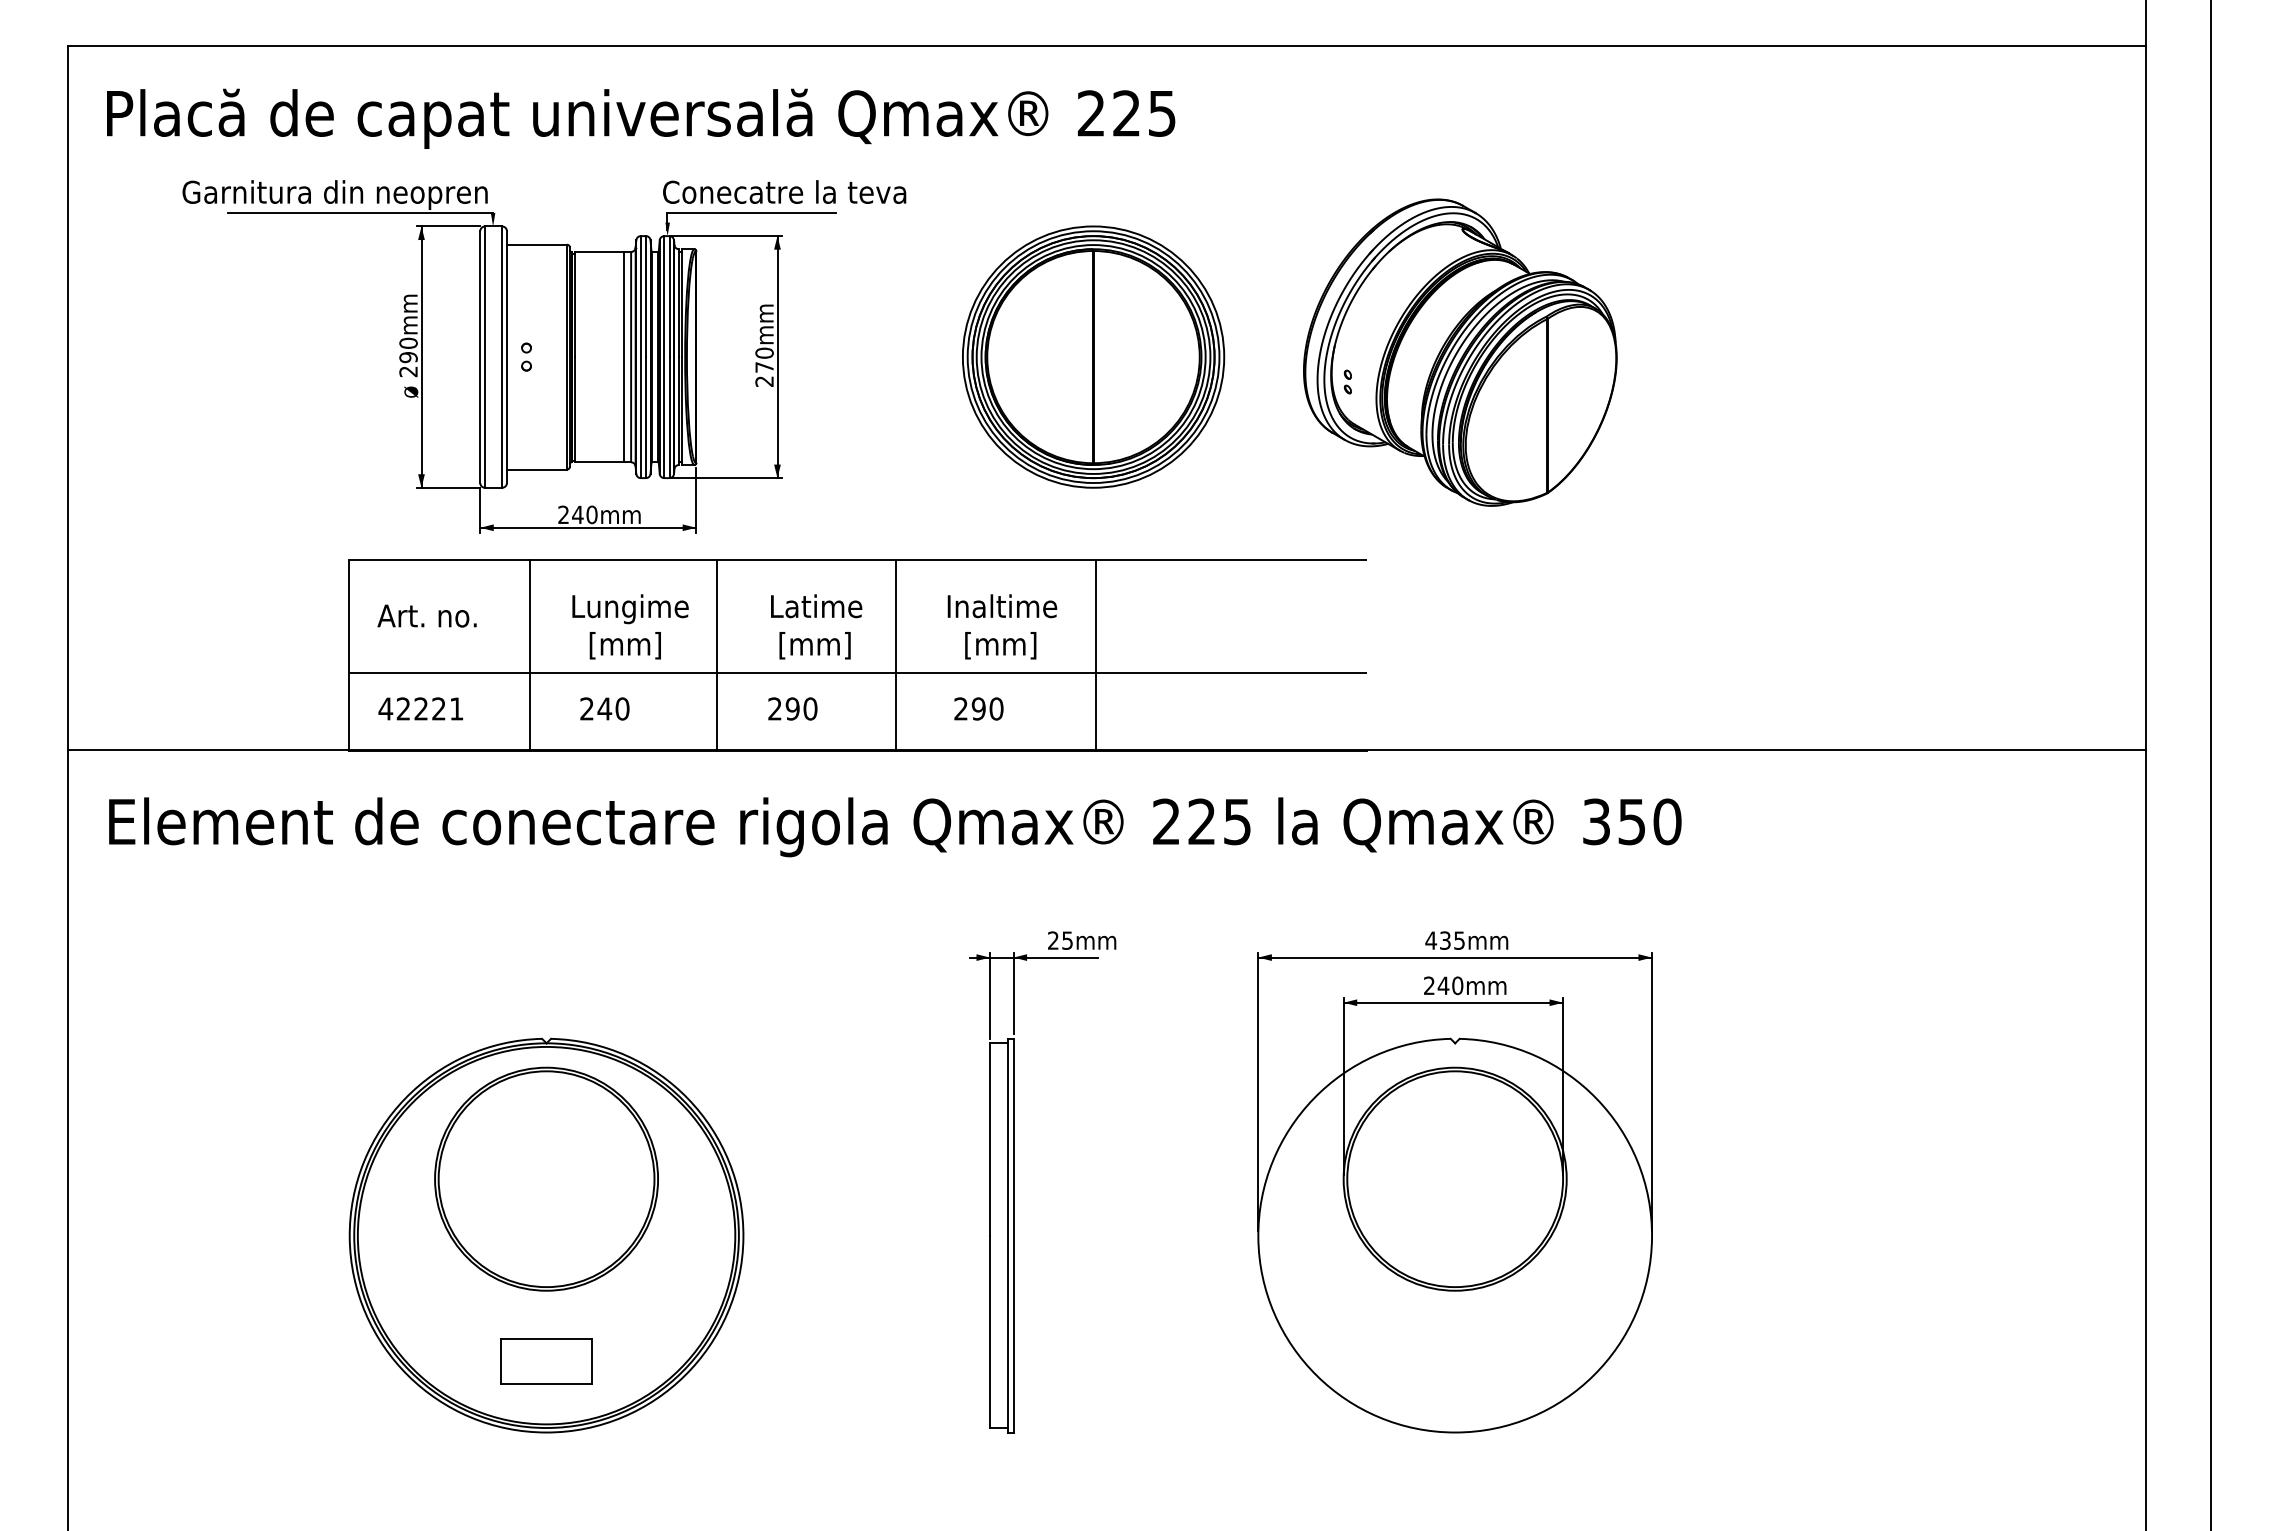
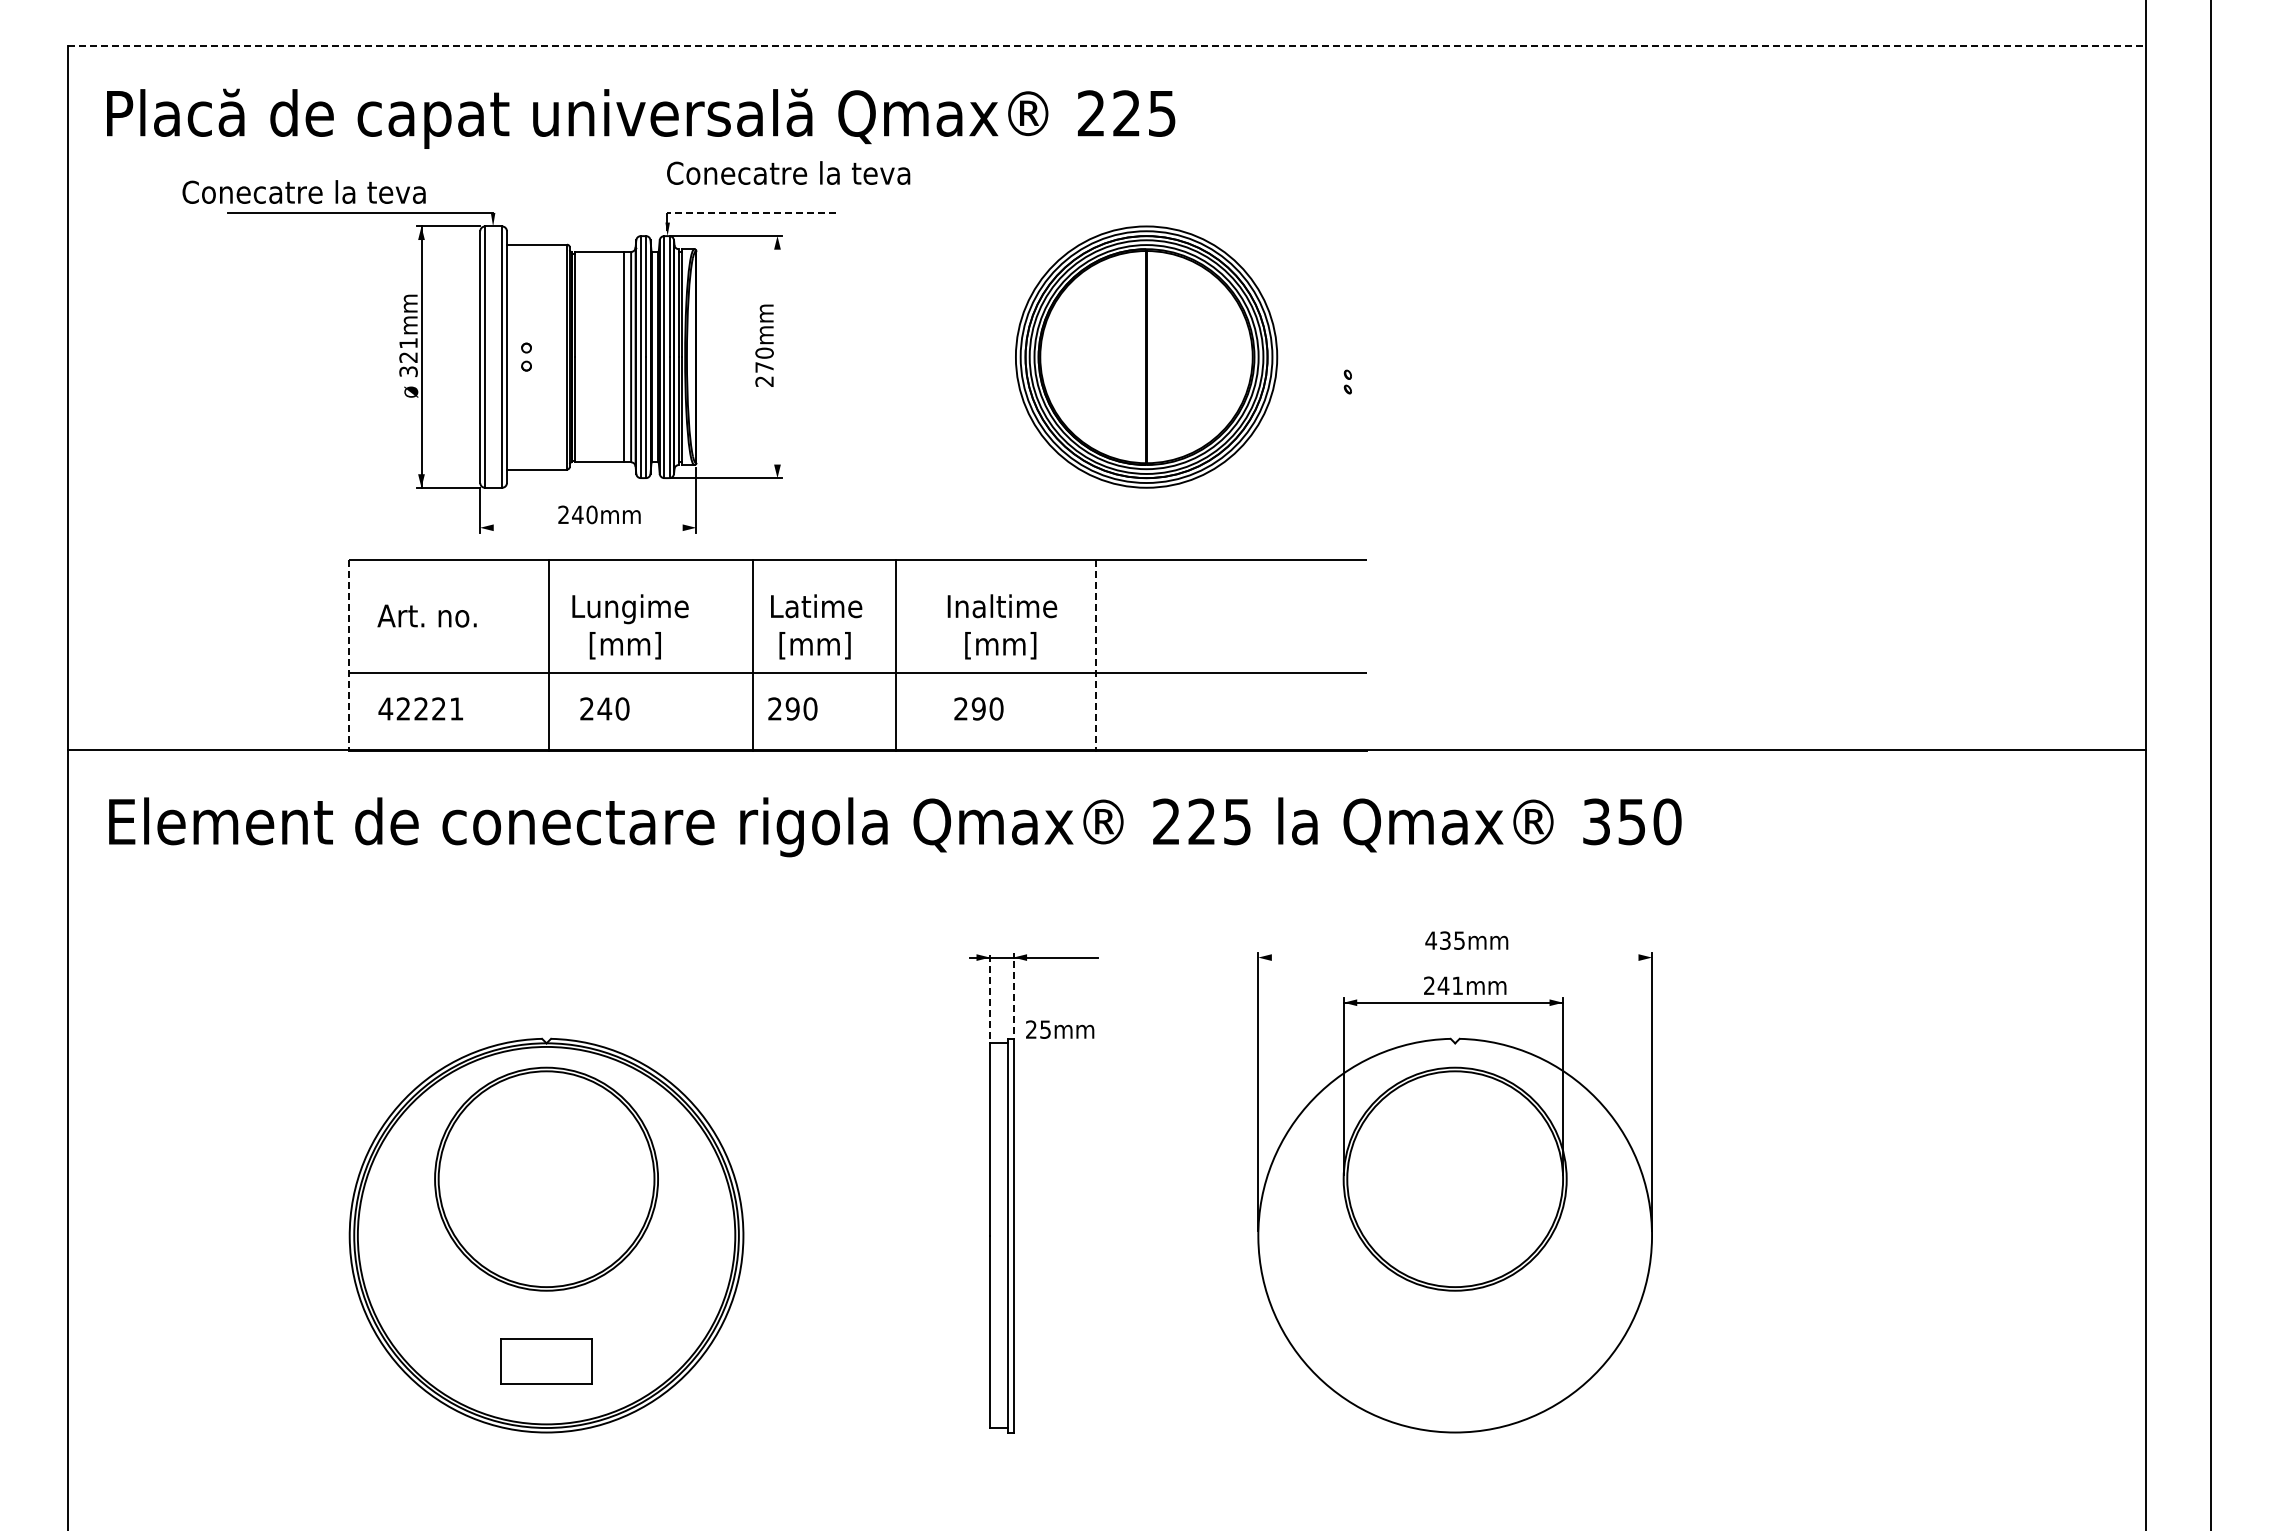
line at (1107, 45): solid -> dashed
text at (784, 191) position: (784, 191) -> (788, 172)
text at (340, 194): Garnitura din neopren -> Conecatre la teva
line at (751, 212): solid -> dashed
part at (1460, 352): present -> none
part at (1093, 356) position: (1093, 356) -> (1146, 356)
text at (408, 357): 290mm -> 321mm
line at (777, 357): present -> none
line at (588, 527): present -> none
line at (349, 655): solid -> dashed
line at (530, 655) position: (530, 655) -> (549, 655)
line at (717, 655) position: (717, 655) -> (753, 655)
line at (1095, 655): solid -> dashed
text at (1082, 940) position: (1082, 940) -> (1060, 1029)
line at (1455, 957): present -> none
text at (1457, 985): 240mm -> 241mm
line at (1013, 993): solid -> dashed
line at (990, 995): solid -> dashed
